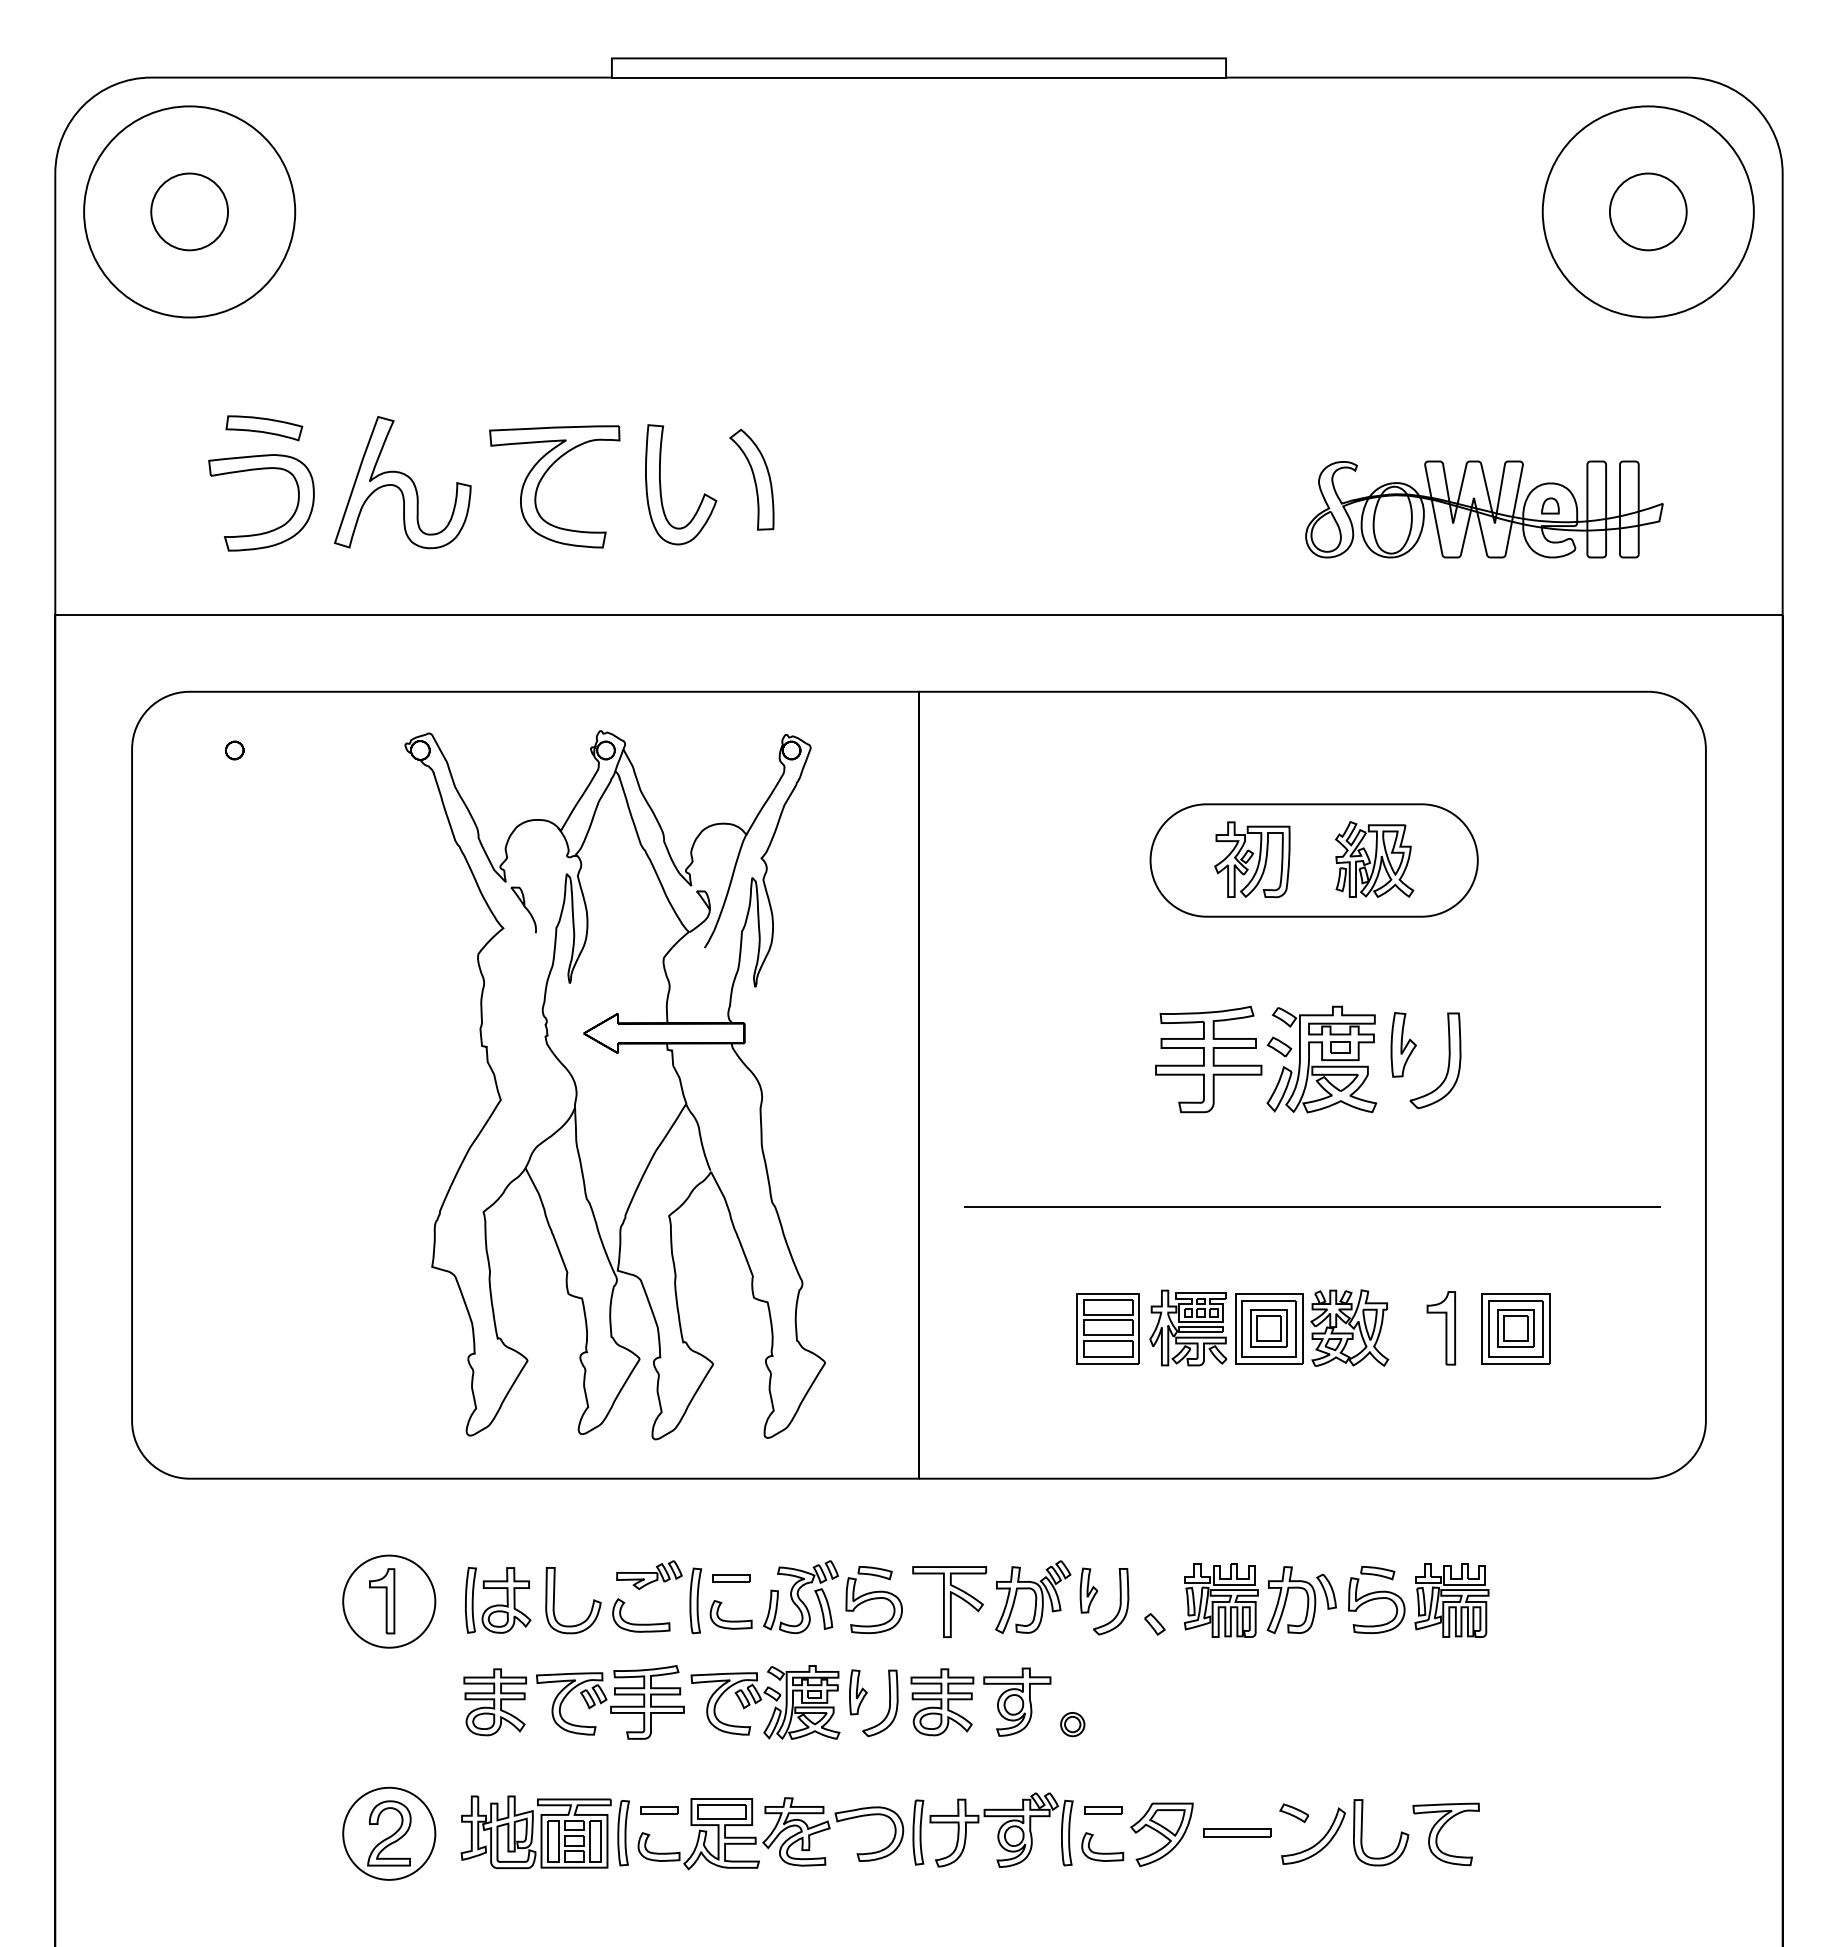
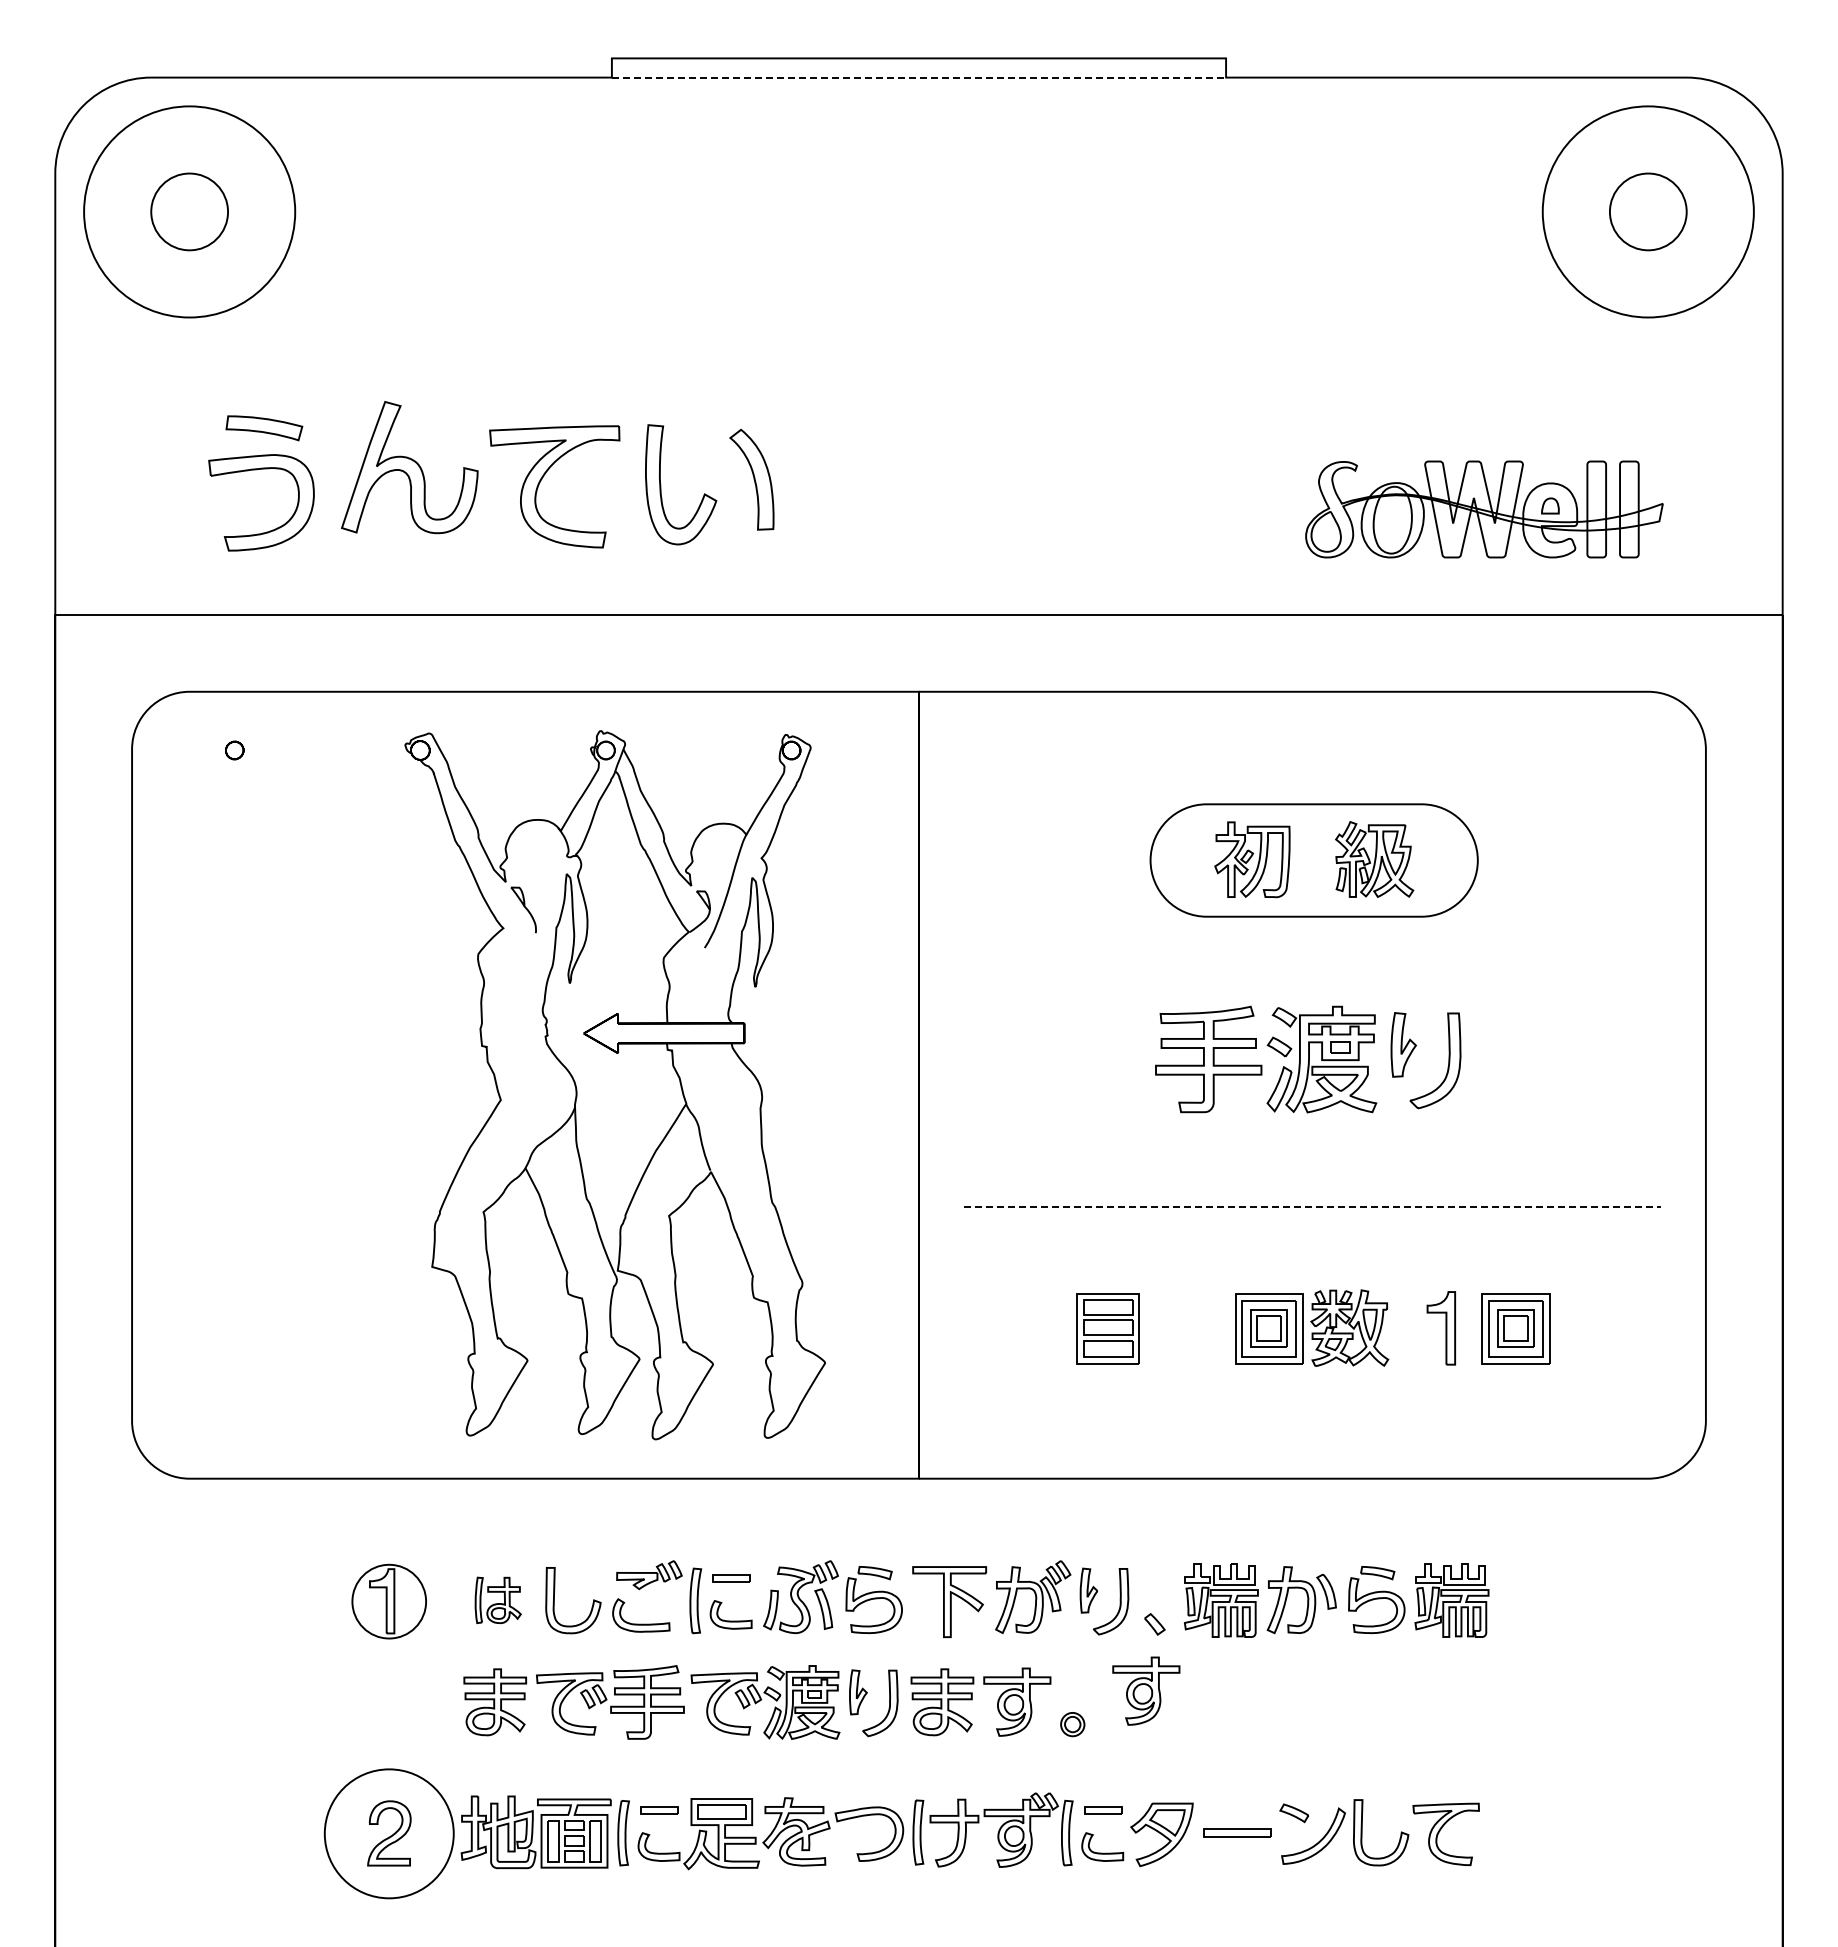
line at (919, 77): solid -> dashed
part at (402, 482) position: (402, 482) -> (409, 467)
line at (1312, 1207): solid -> dashed
part at (1188, 1327): present -> none
part at (498, 1600) size: 67x67 px -> 48x48 px
circle at (389, 1601) diameter: 92 px -> 74 px
part at (1146, 1690): none -> present
circle at (389, 1833) diameter: 92 px -> 129 px
